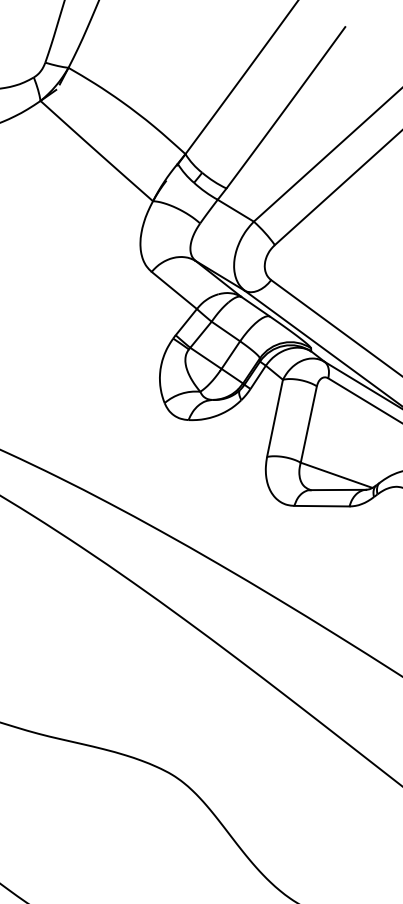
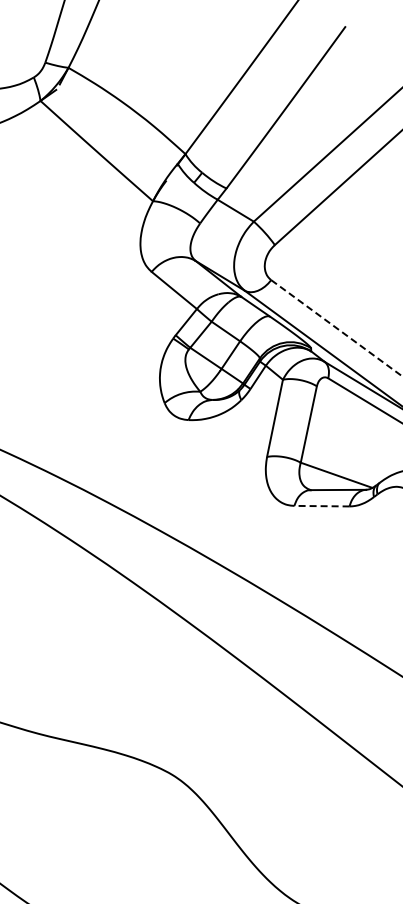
line at (337, 328): solid -> dashed
line at (321, 506): solid -> dashed
